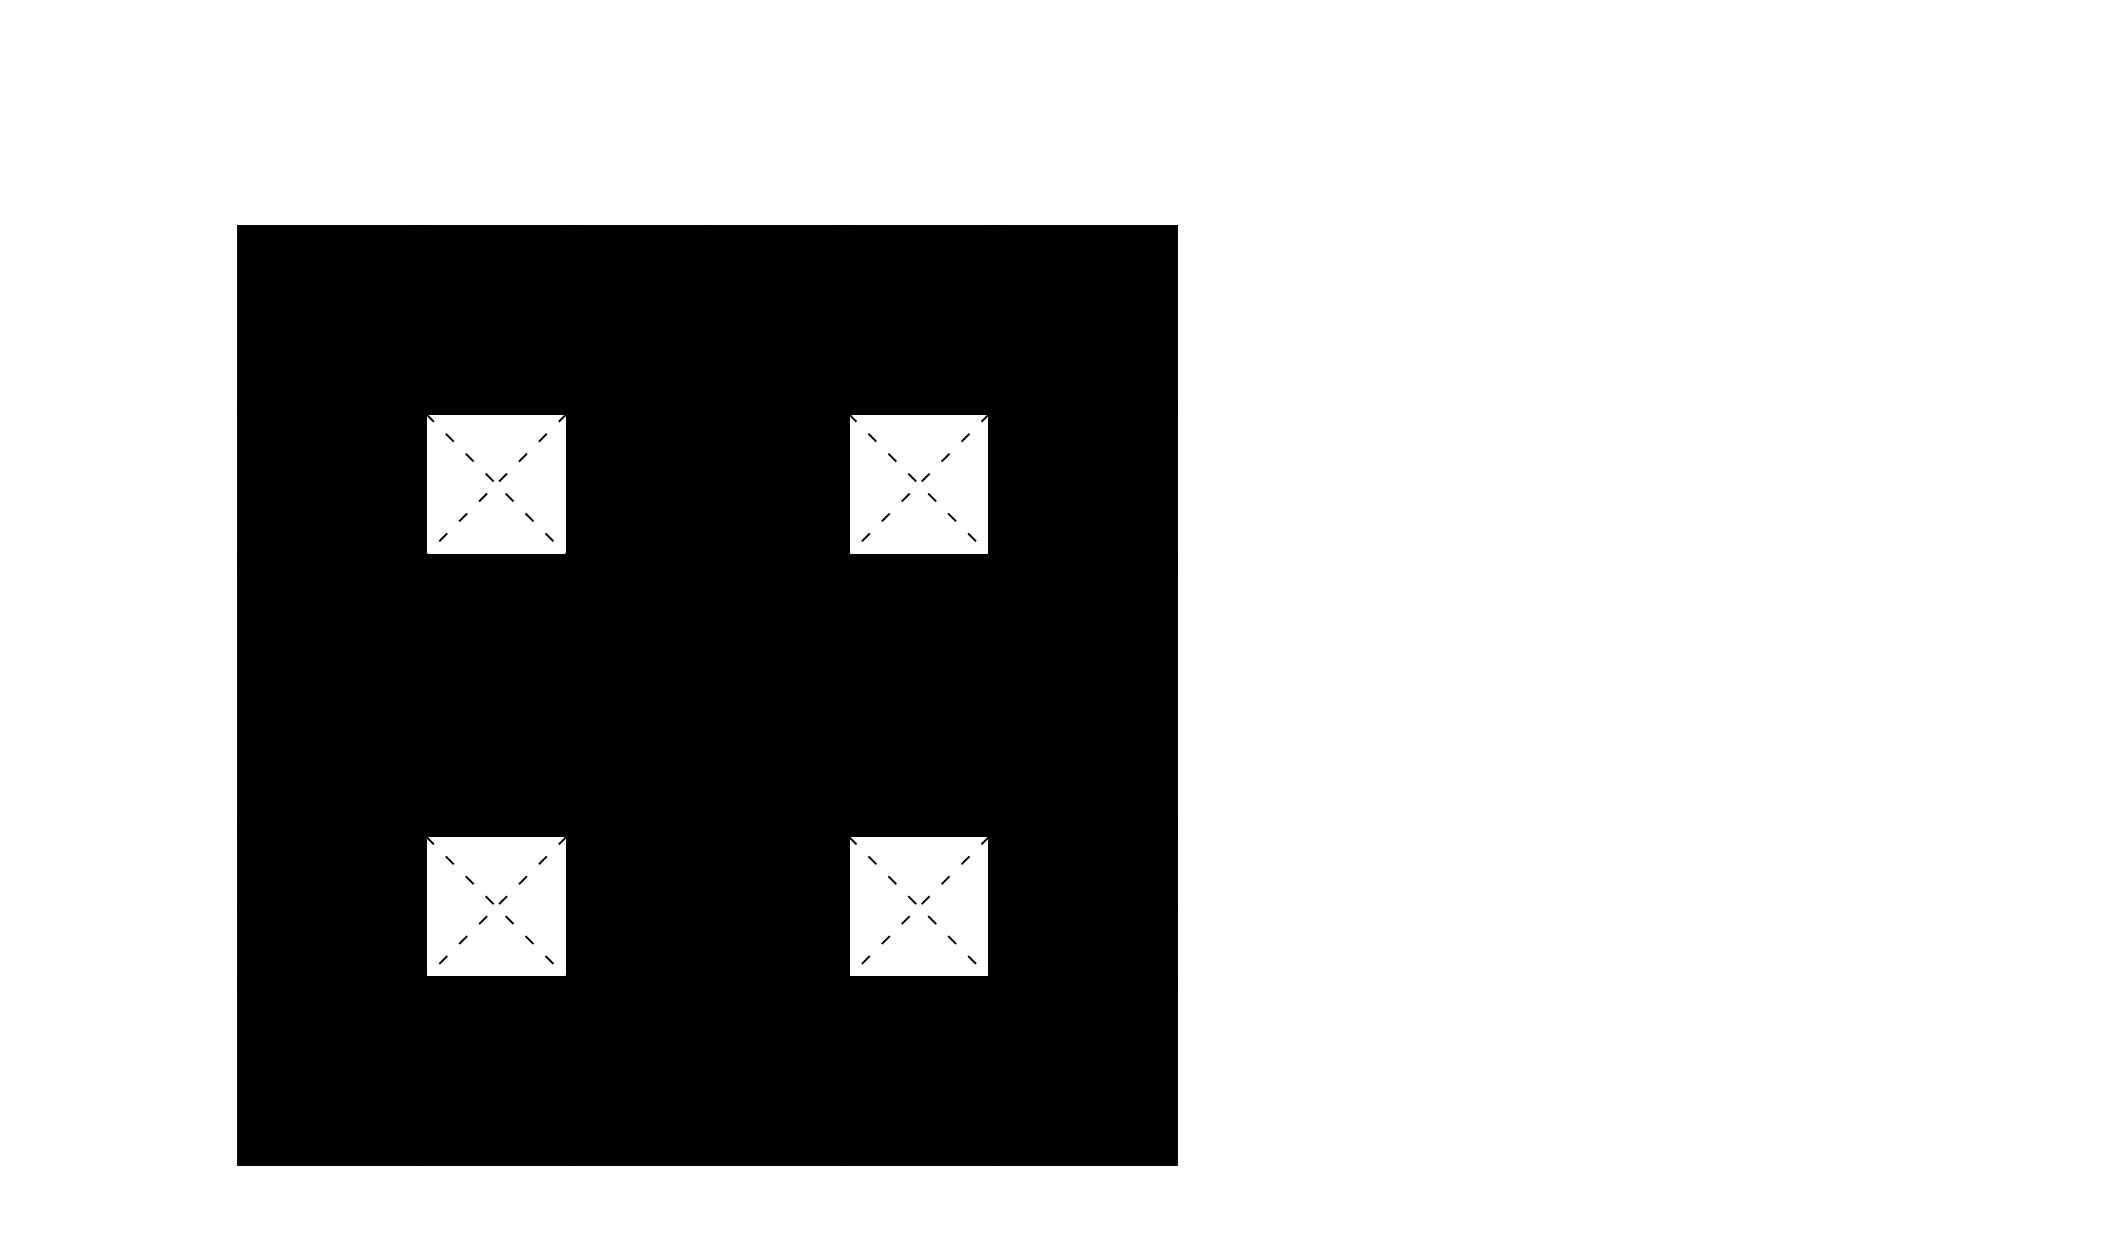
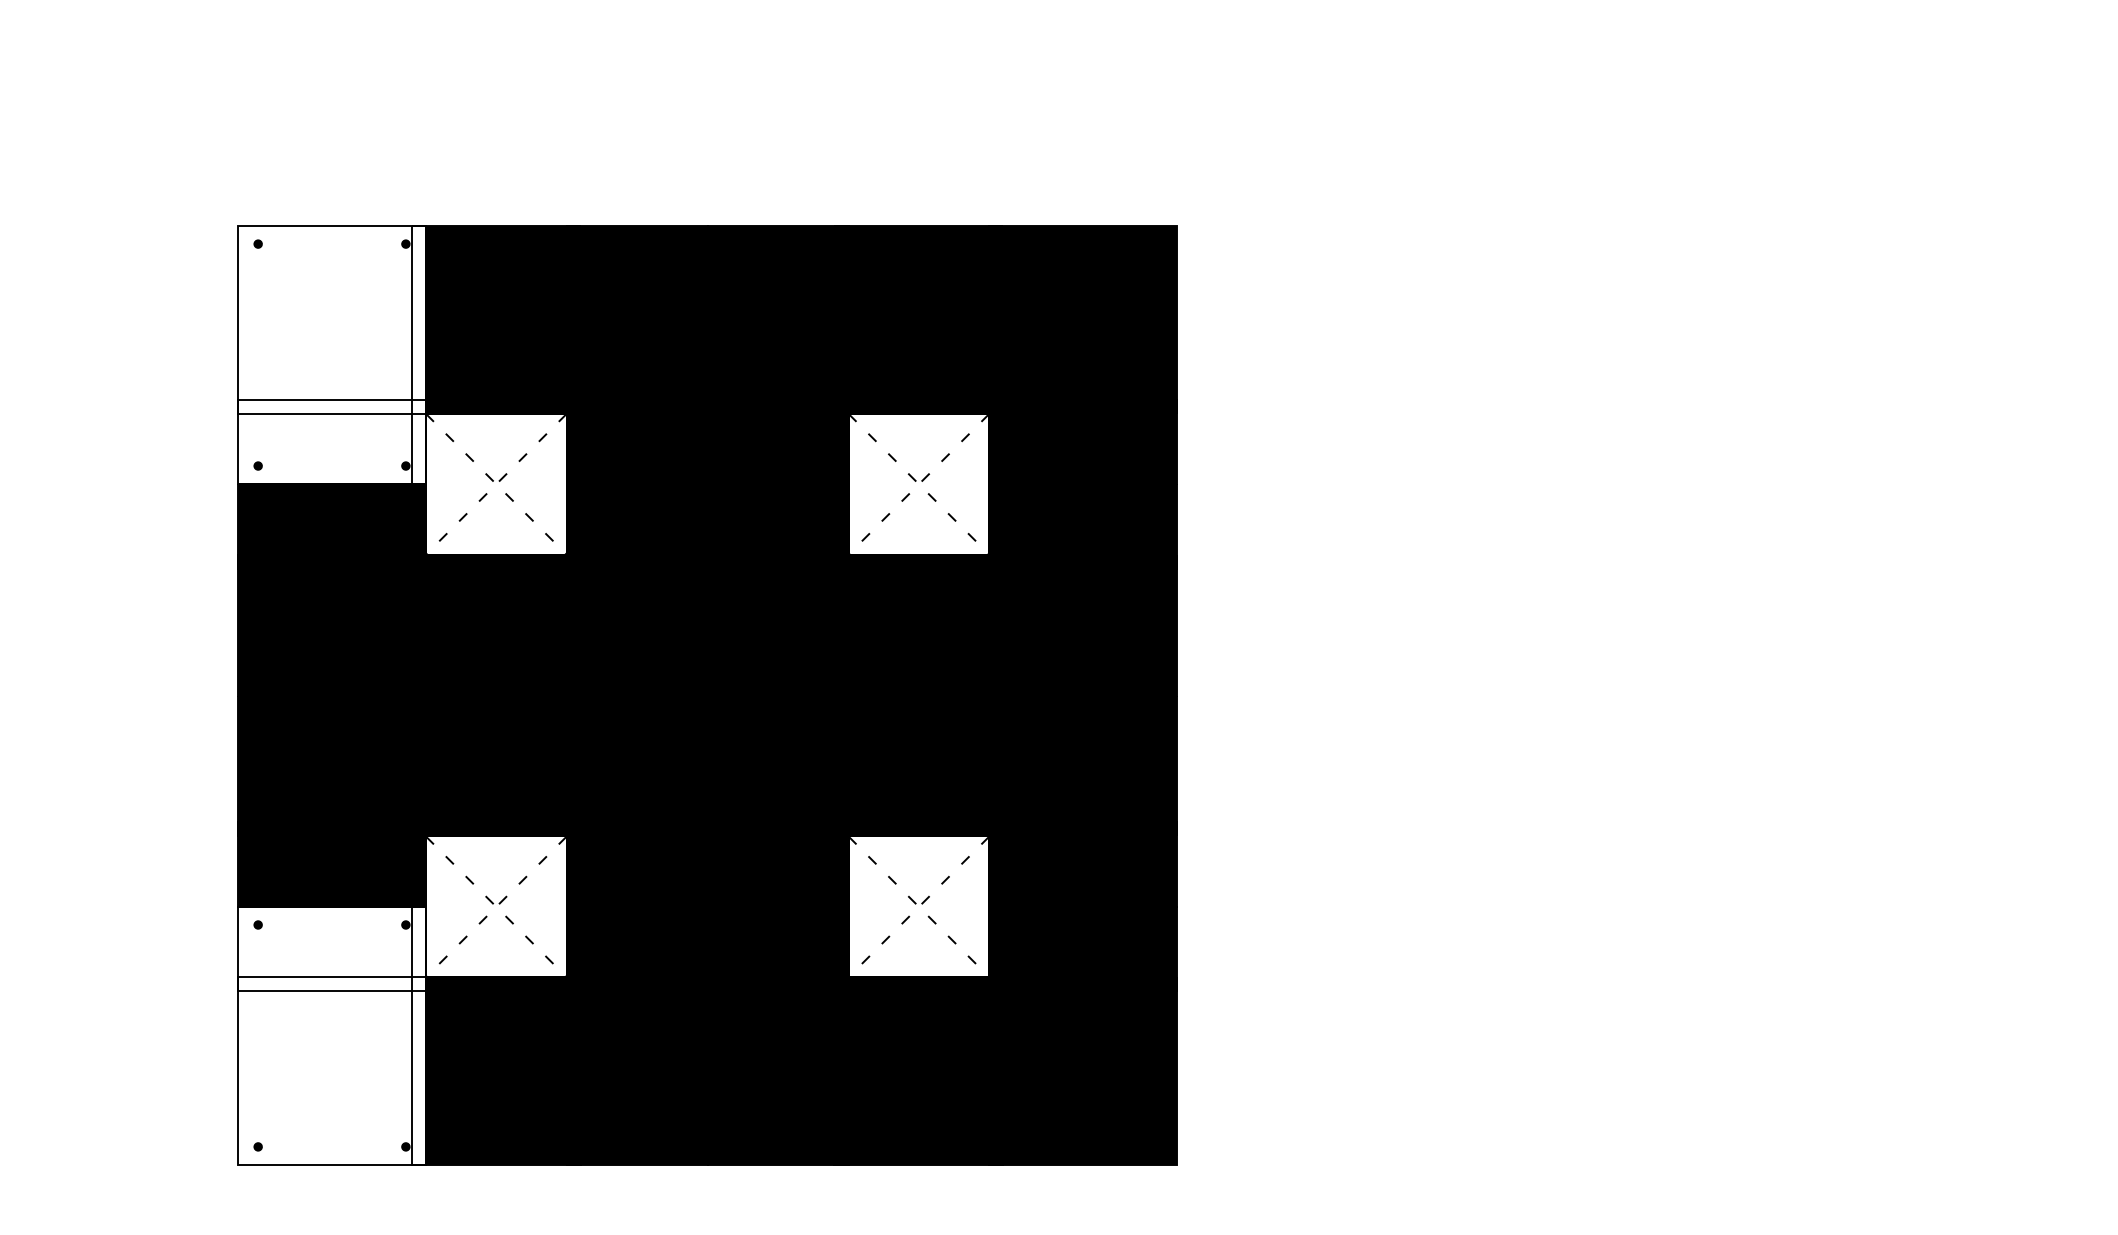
fill at (331, 354): present -> none
fill at (331, 1035): present -> none
